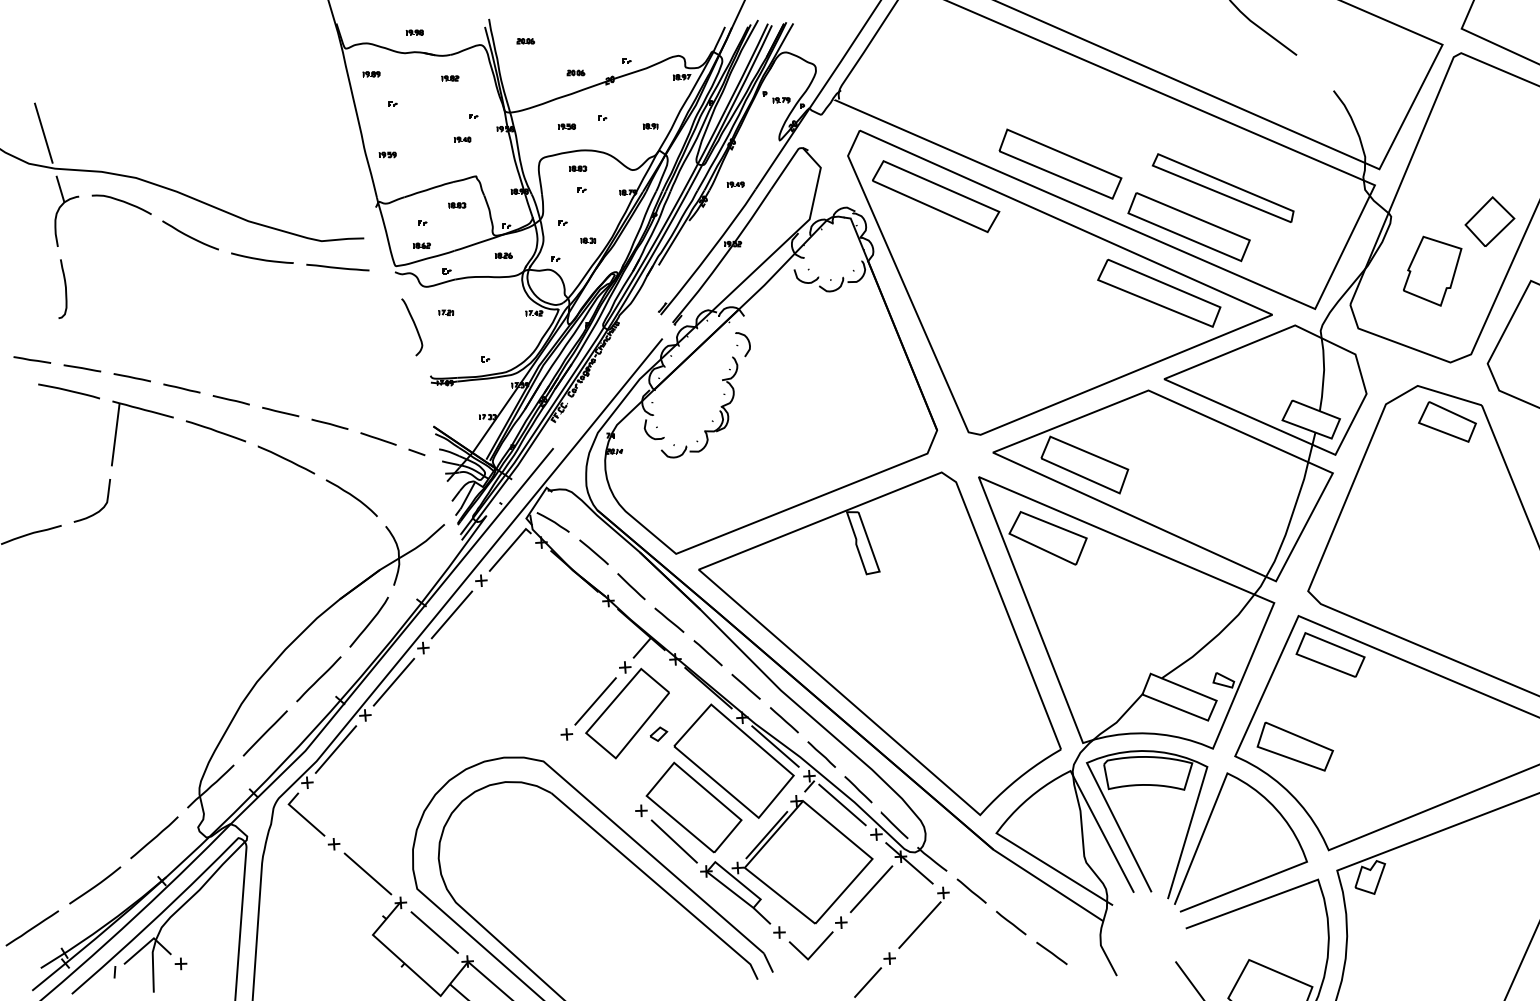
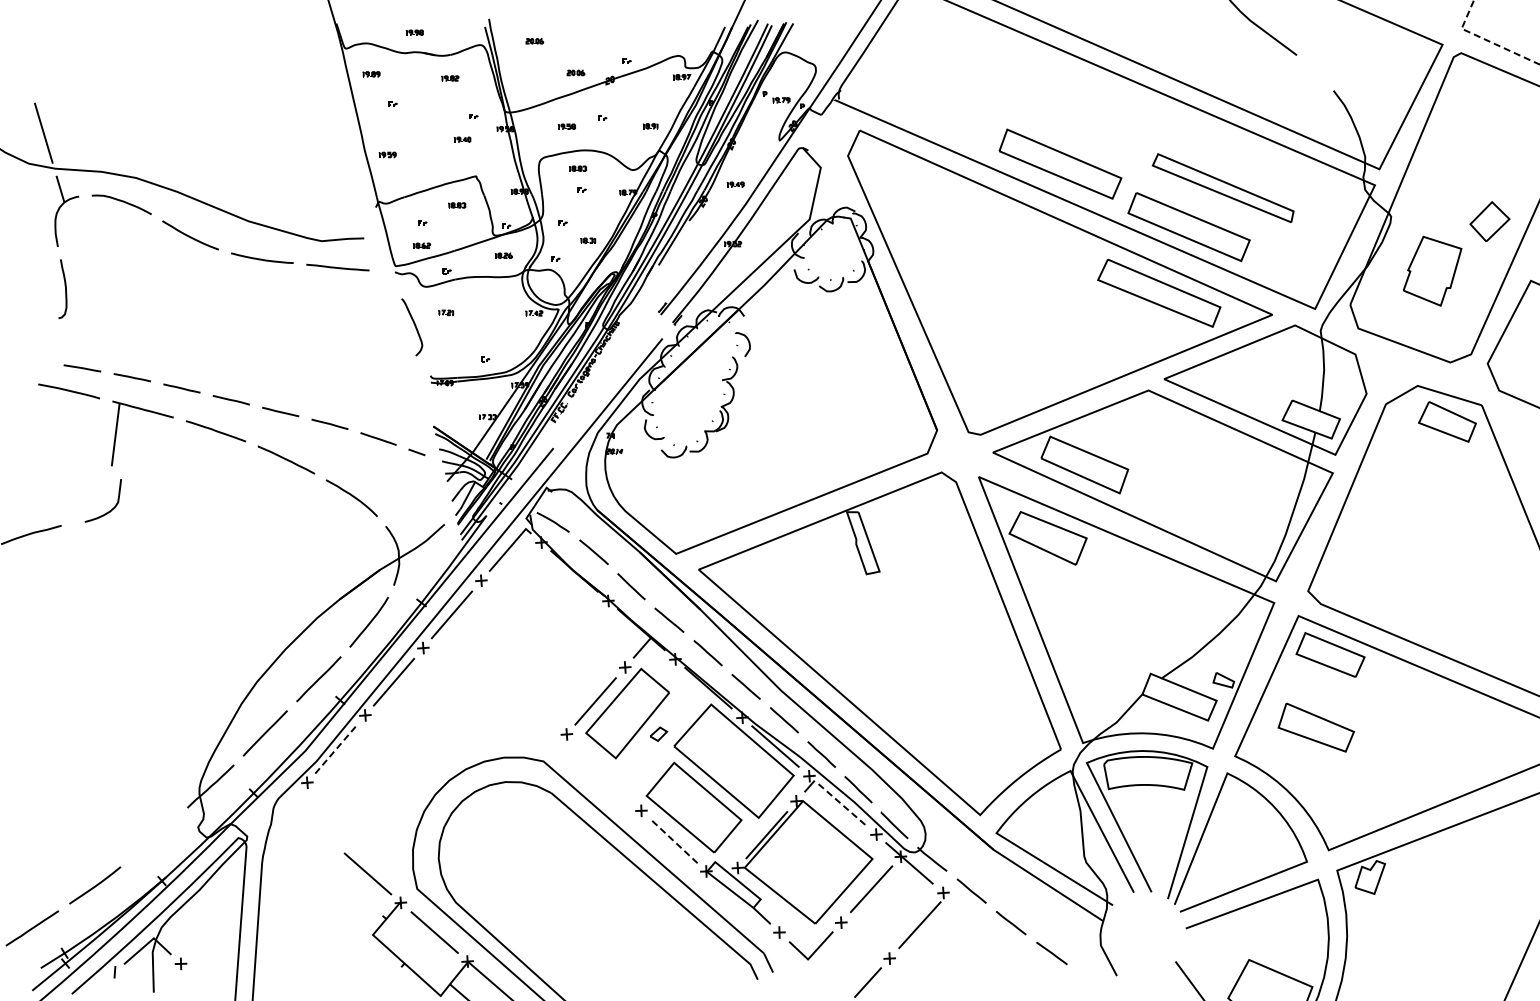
line at (1486, 39): solid -> dashed
part at (525, 41) position: (525, 41) -> (534, 41)
part at (936, 196): present -> none
part at (1489, 221) size: 52x51 px -> 42x41 px
line at (32, 359): present -> none
curve at (99, 509) position: (99, 509) -> (110, 509)
part at (1294, 746) position: (1294, 746) -> (1315, 727)
line at (335, 749): solid -> dashed
line at (842, 804): solid -> dashed
part at (313, 821): present -> none
line at (154, 837): present -> none
line at (674, 841): solid -> dashed
